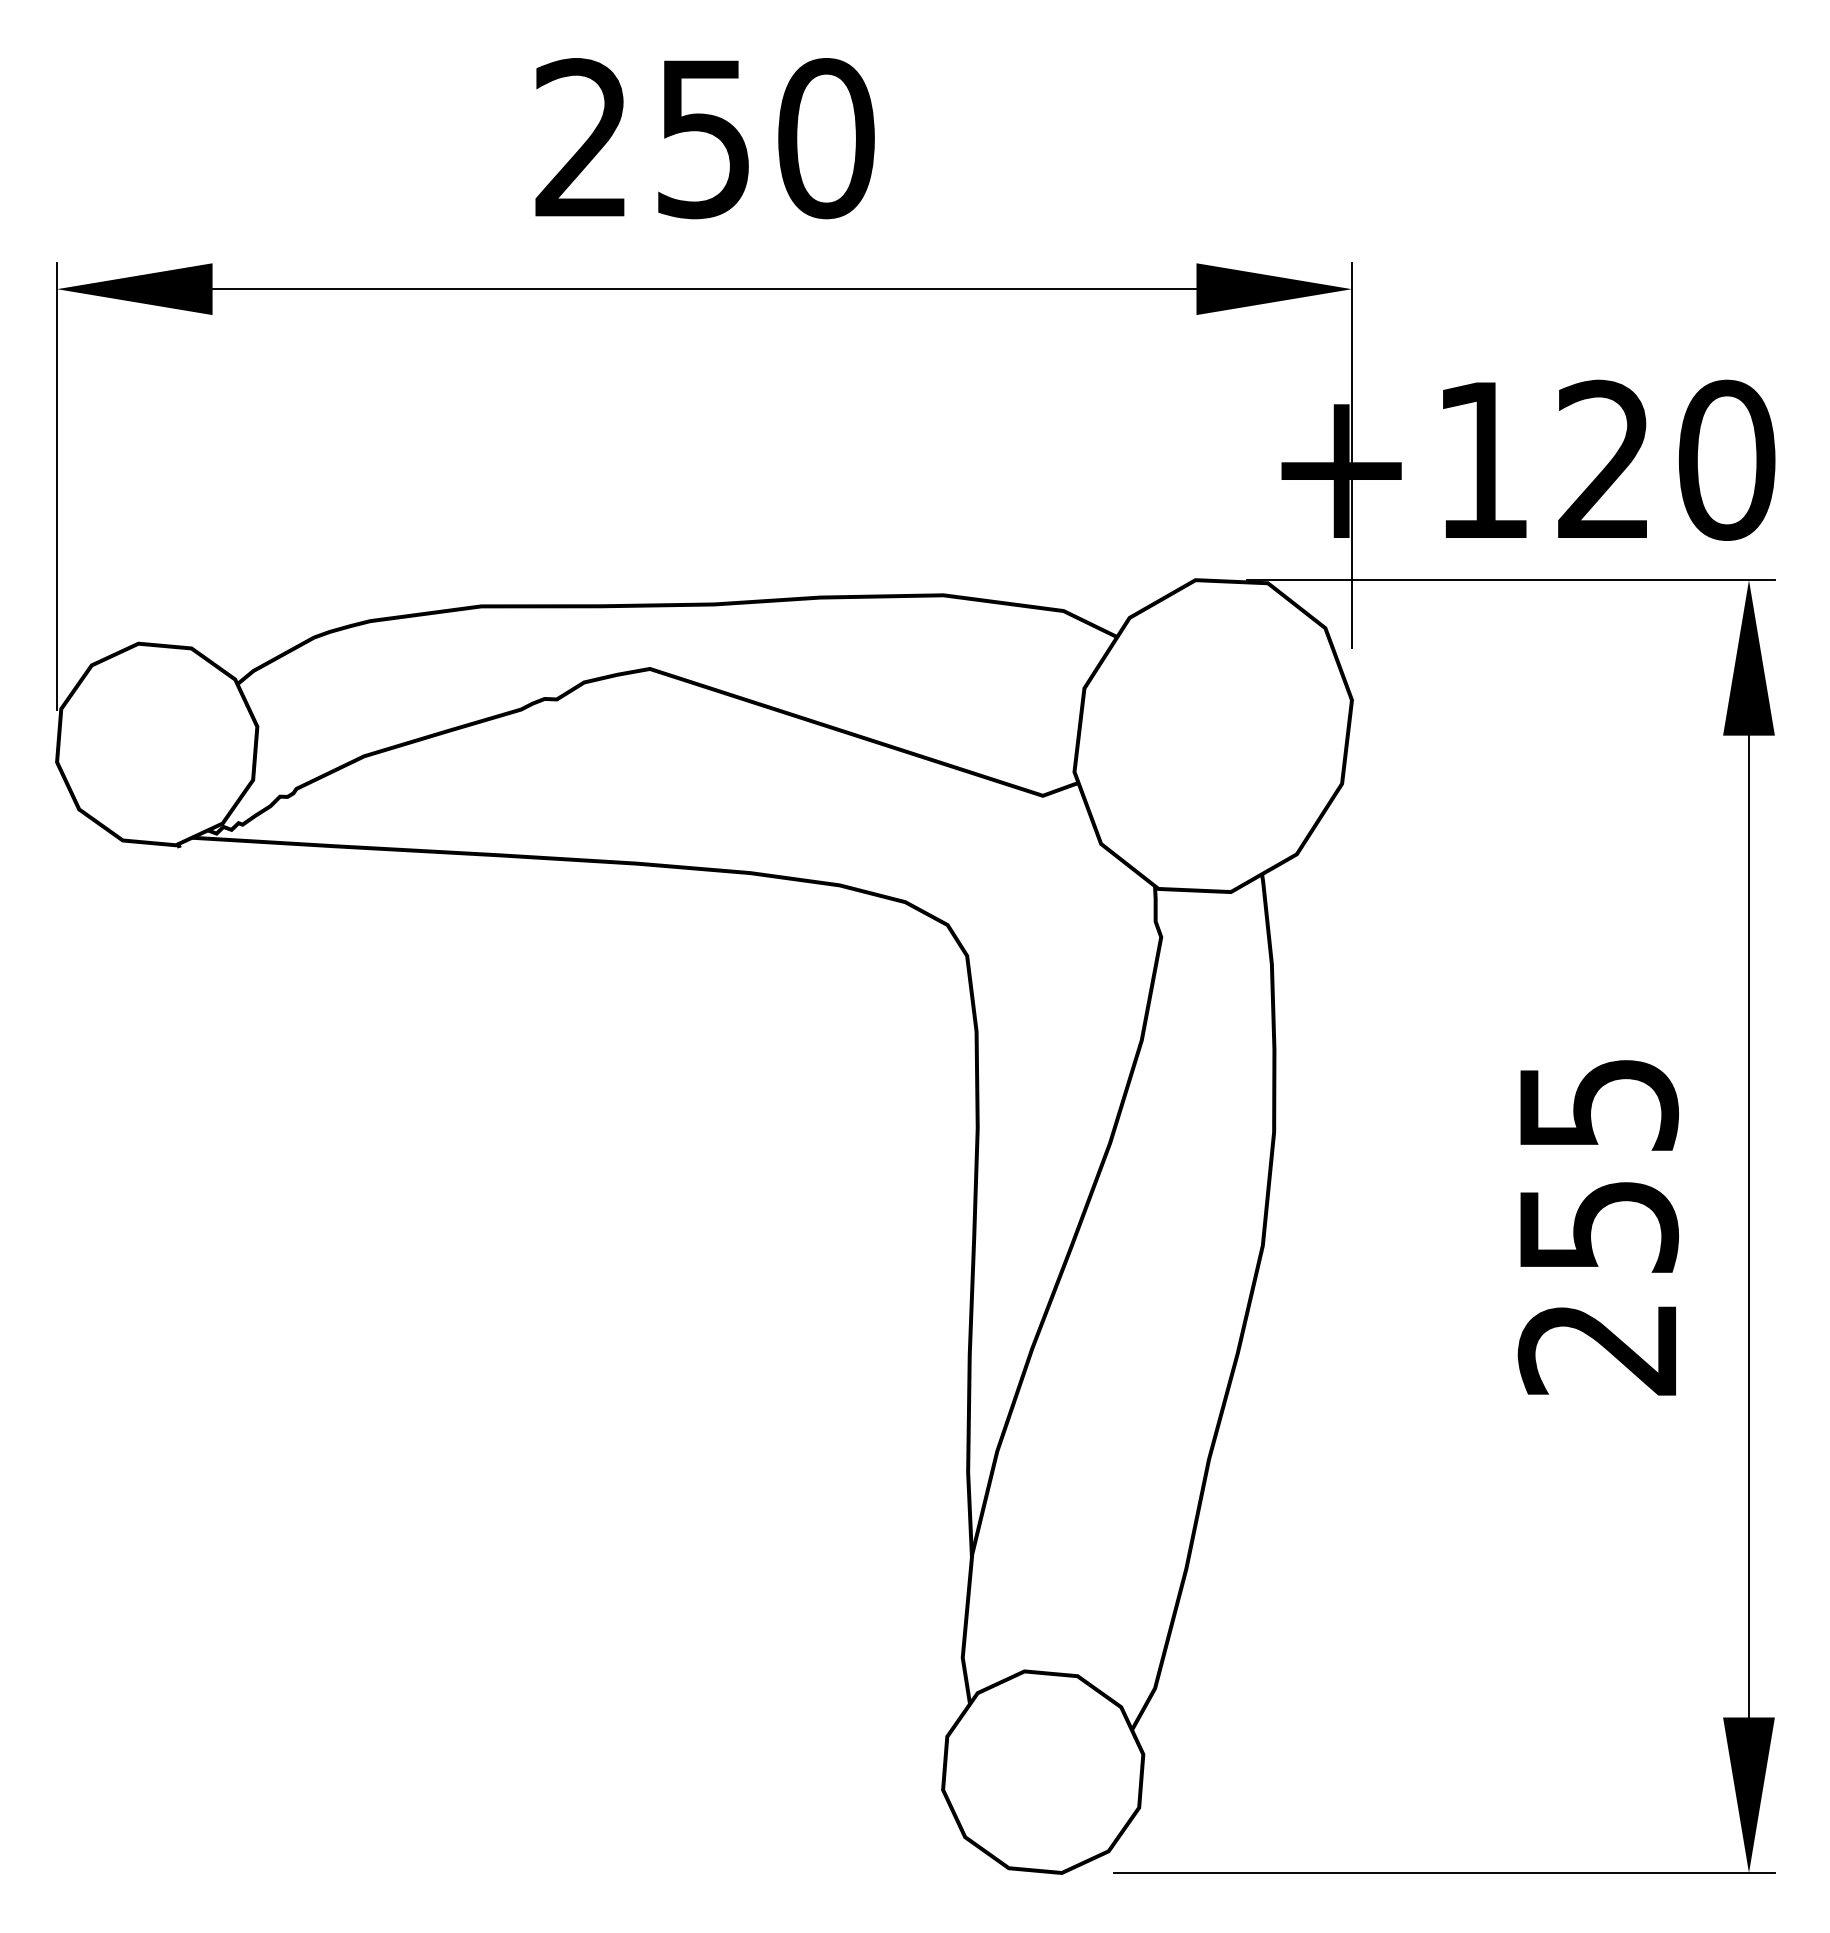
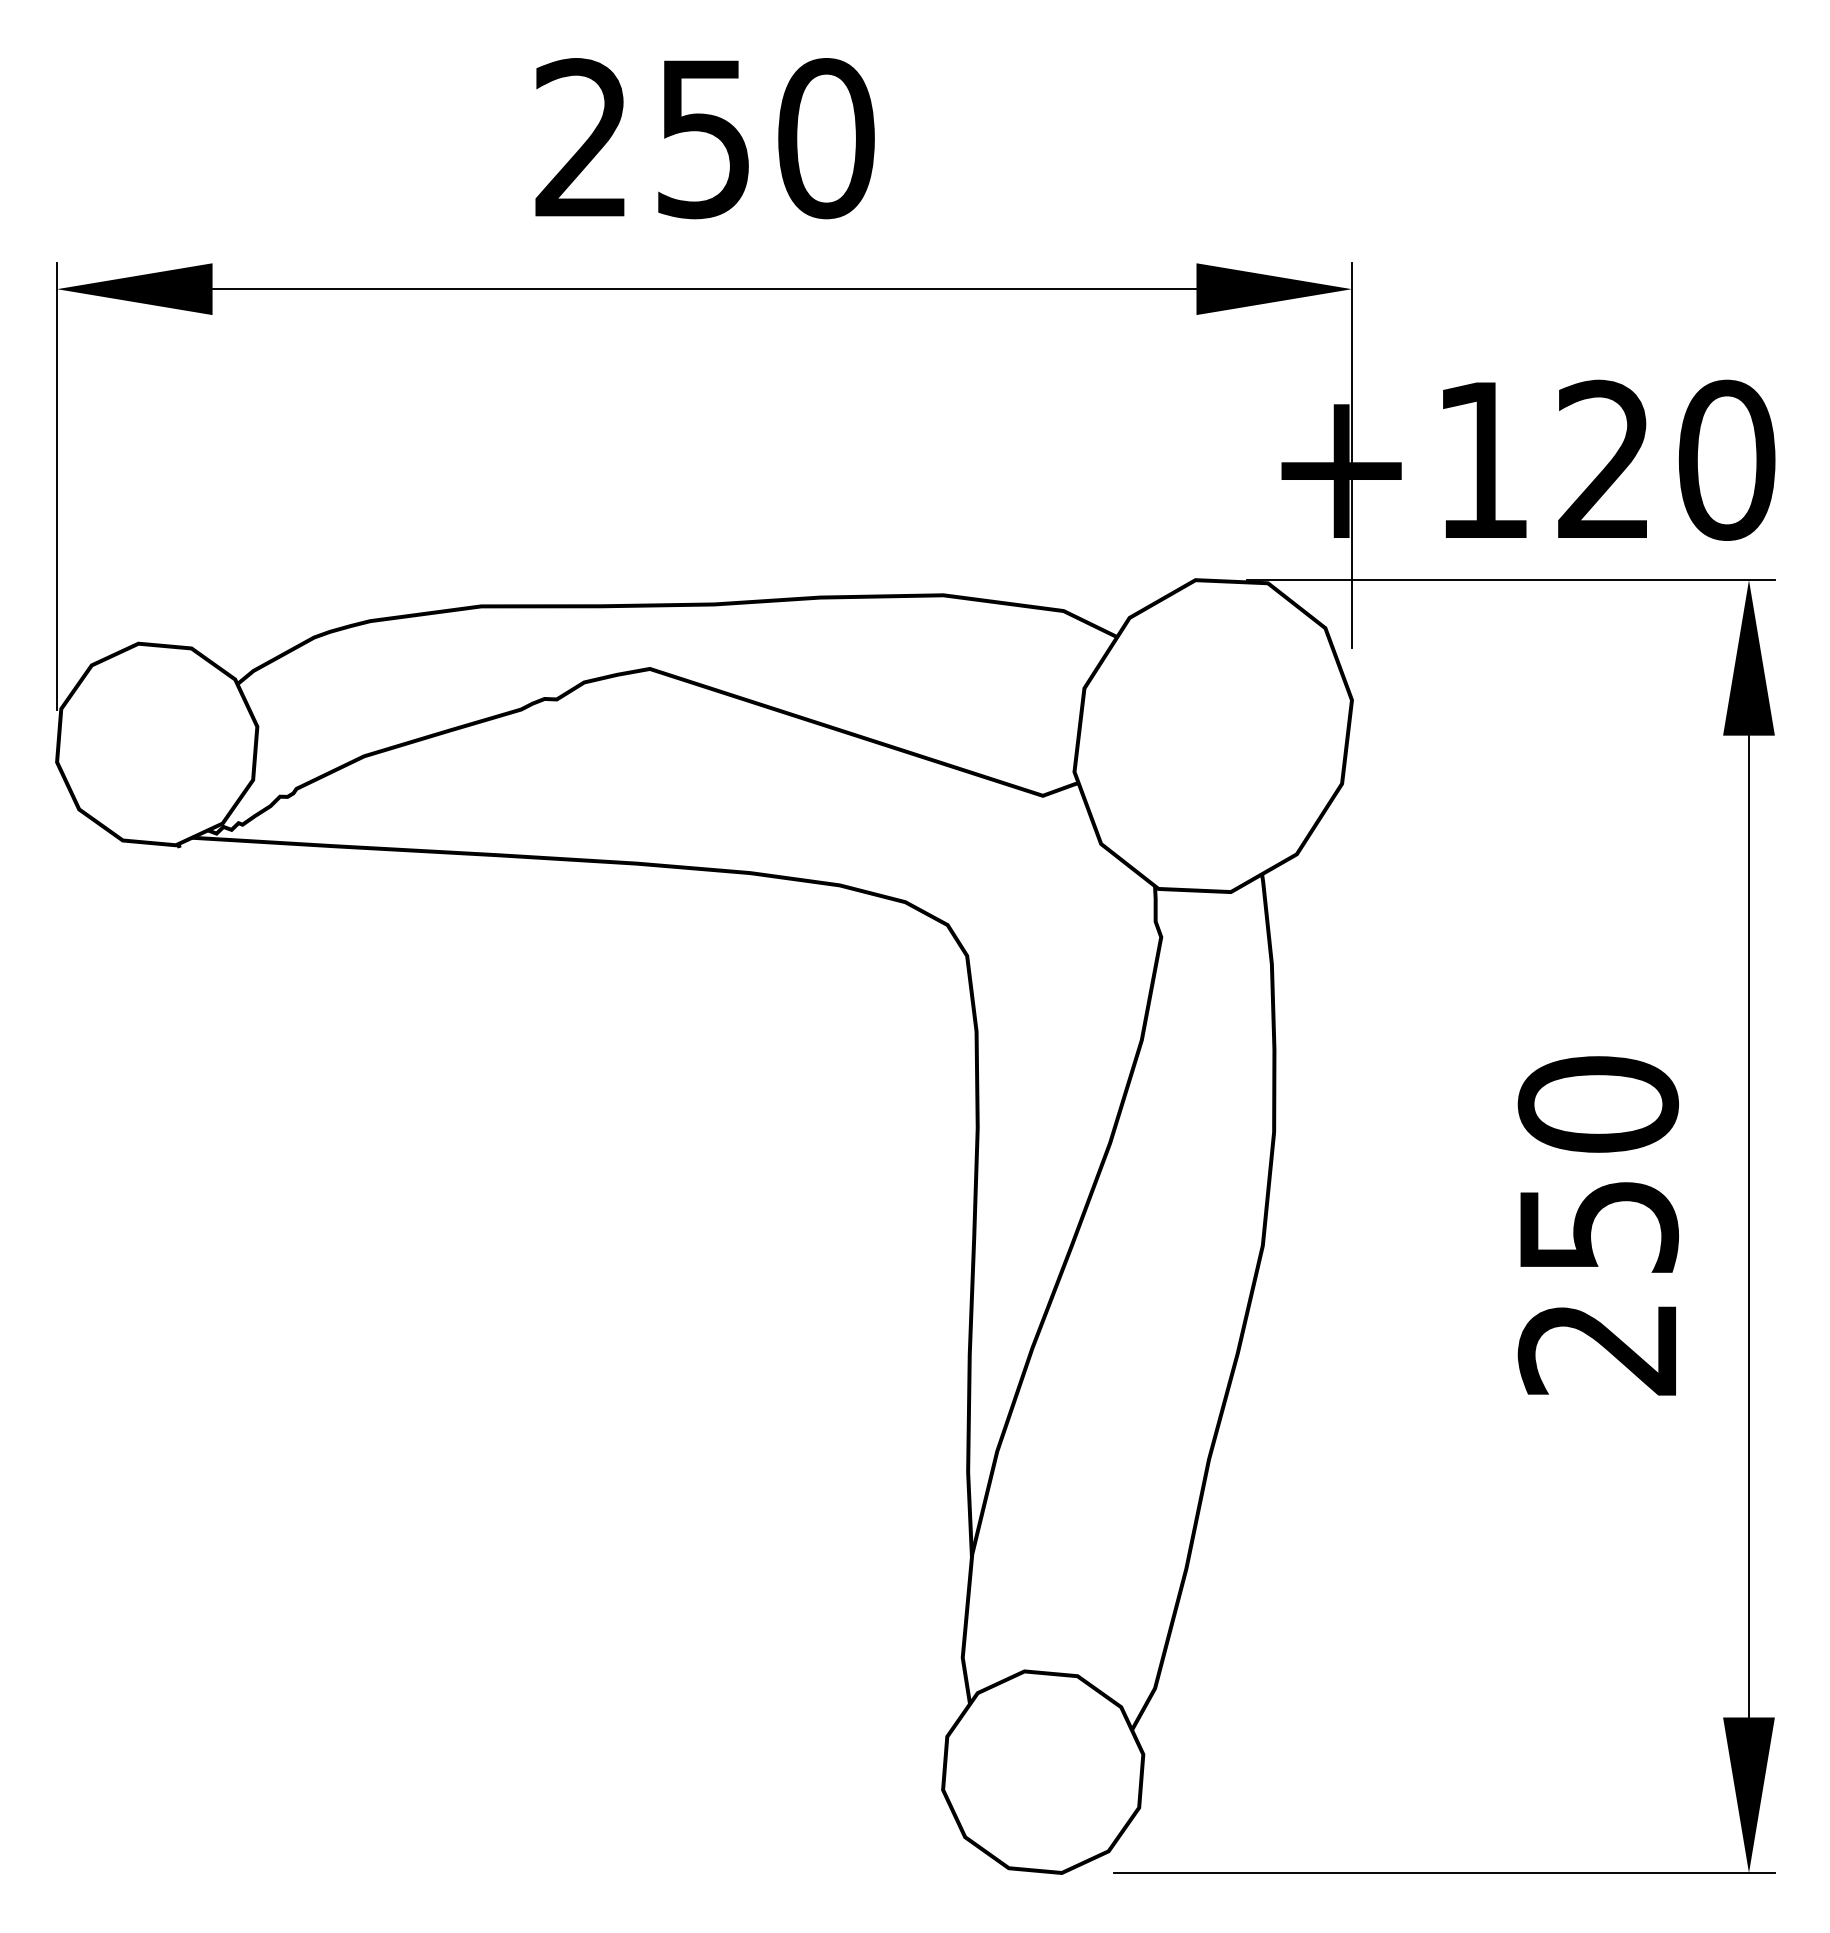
text at (1598, 1104): 255 -> 250
